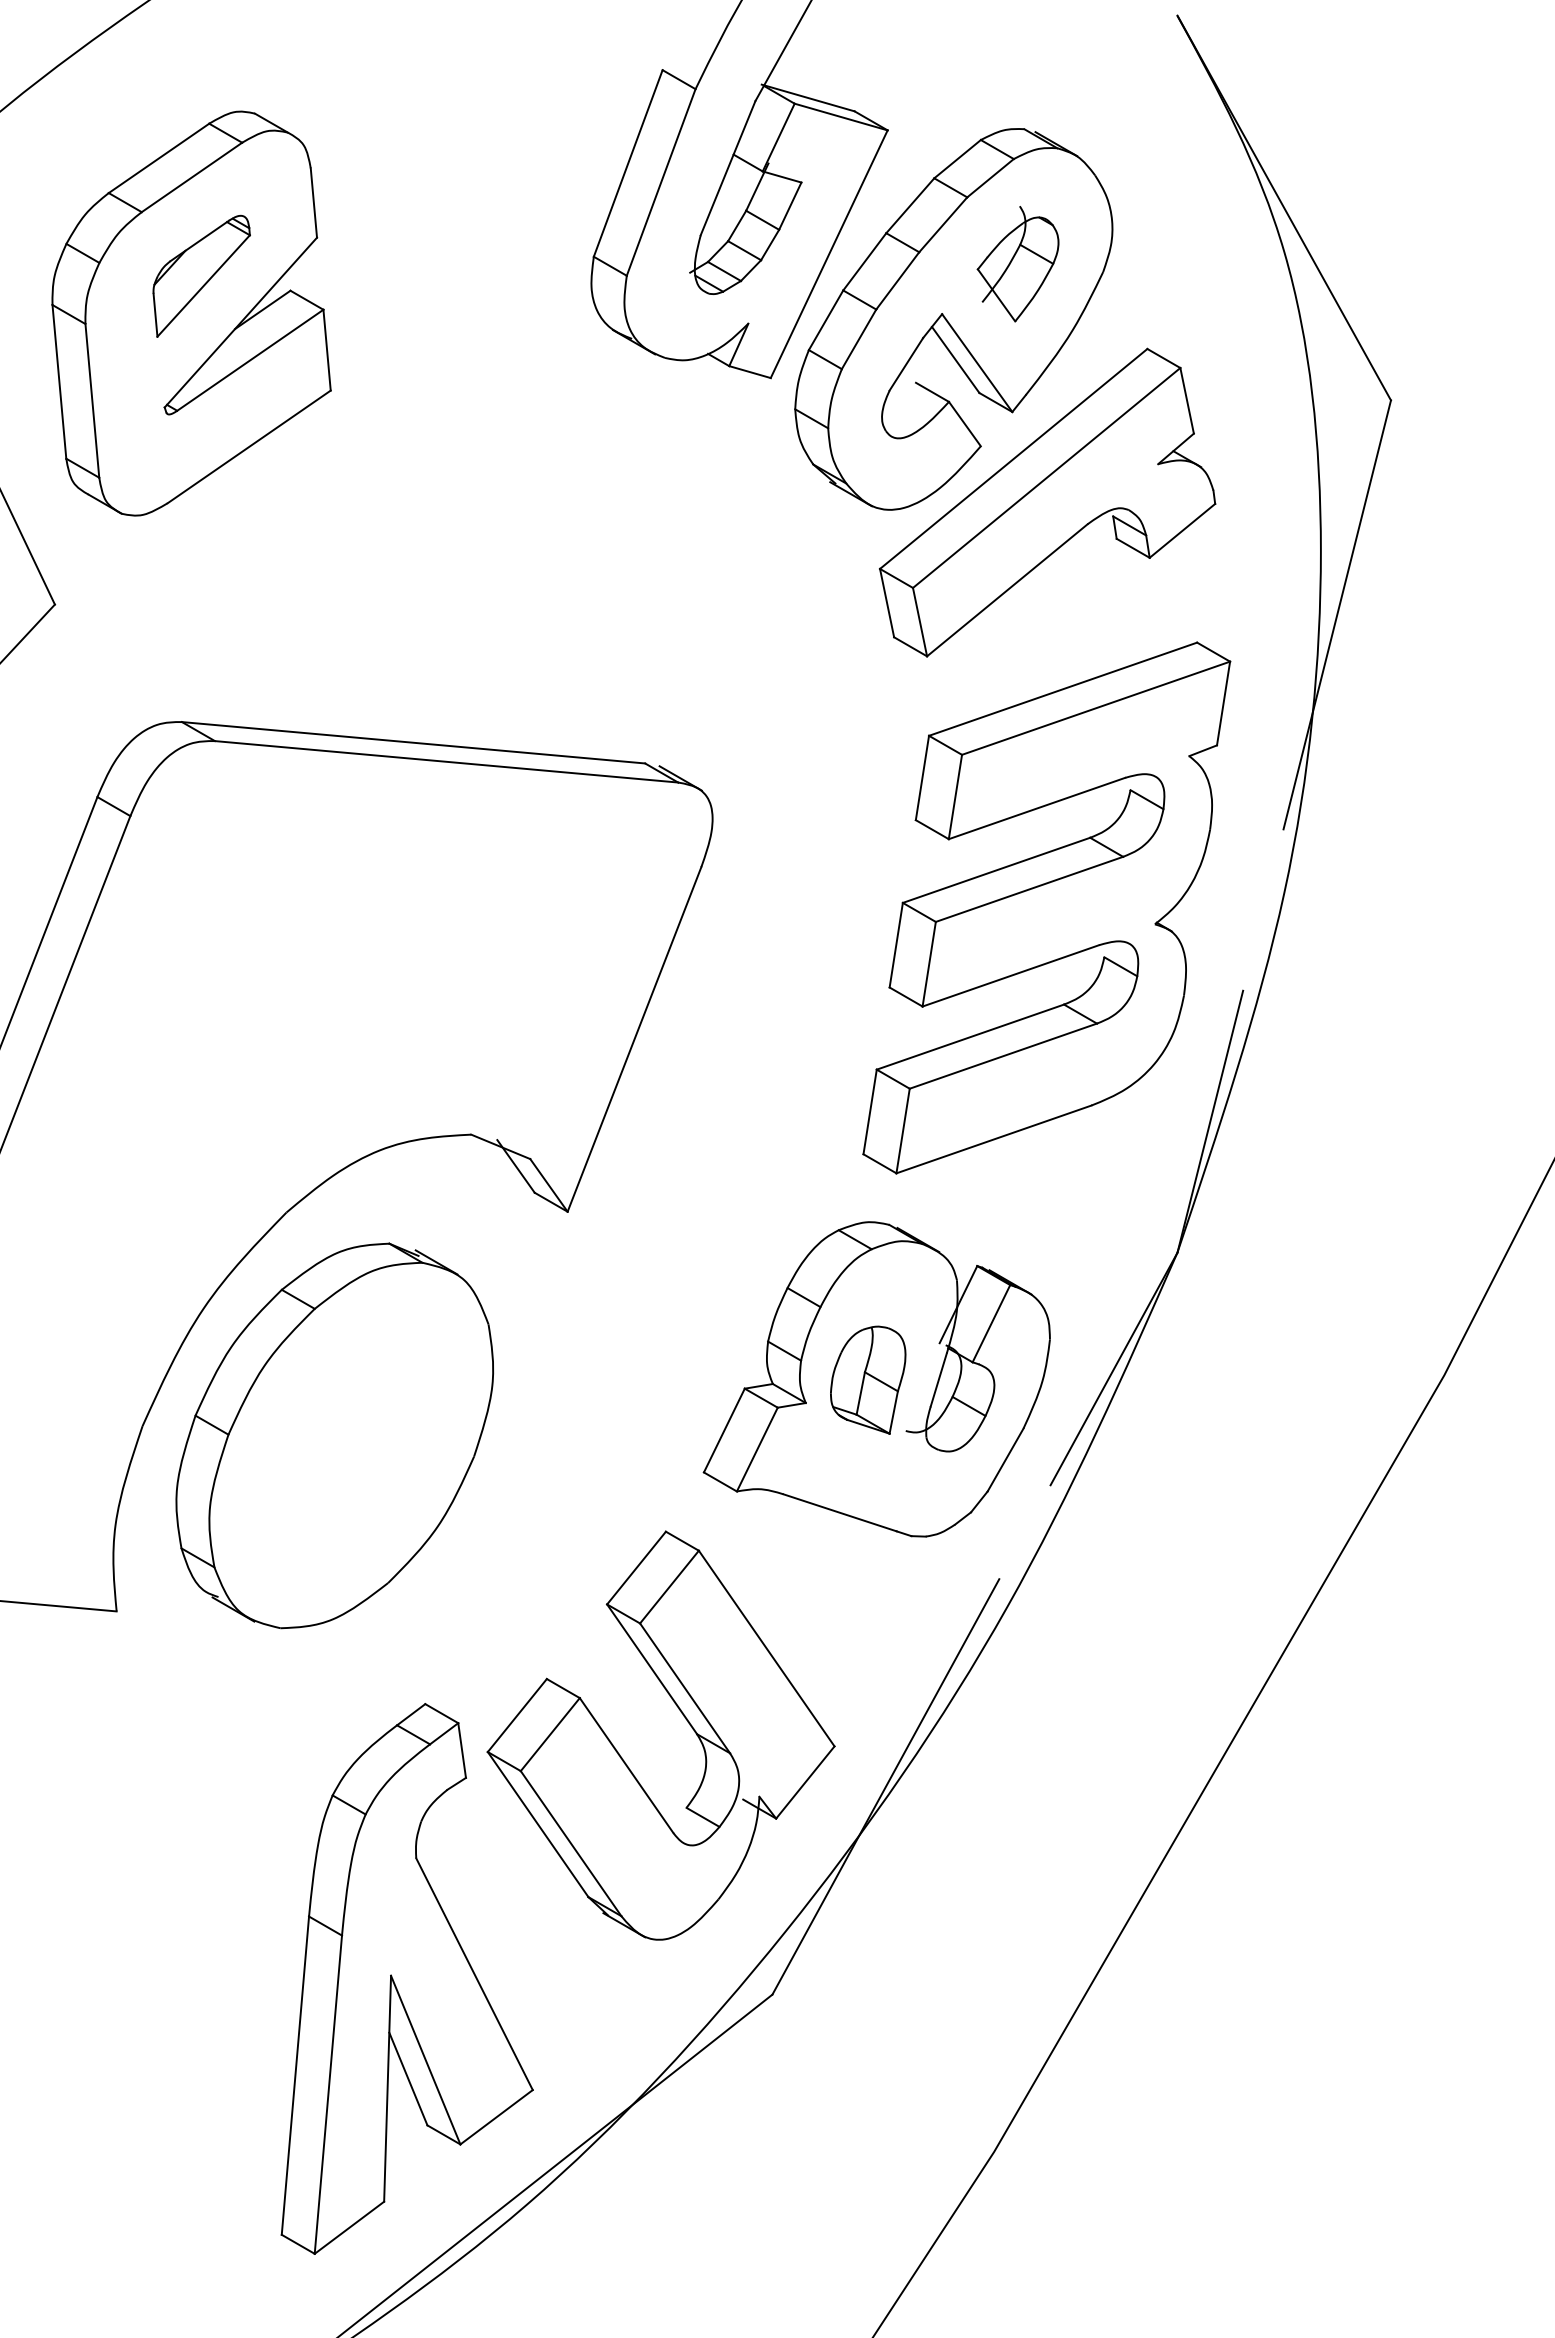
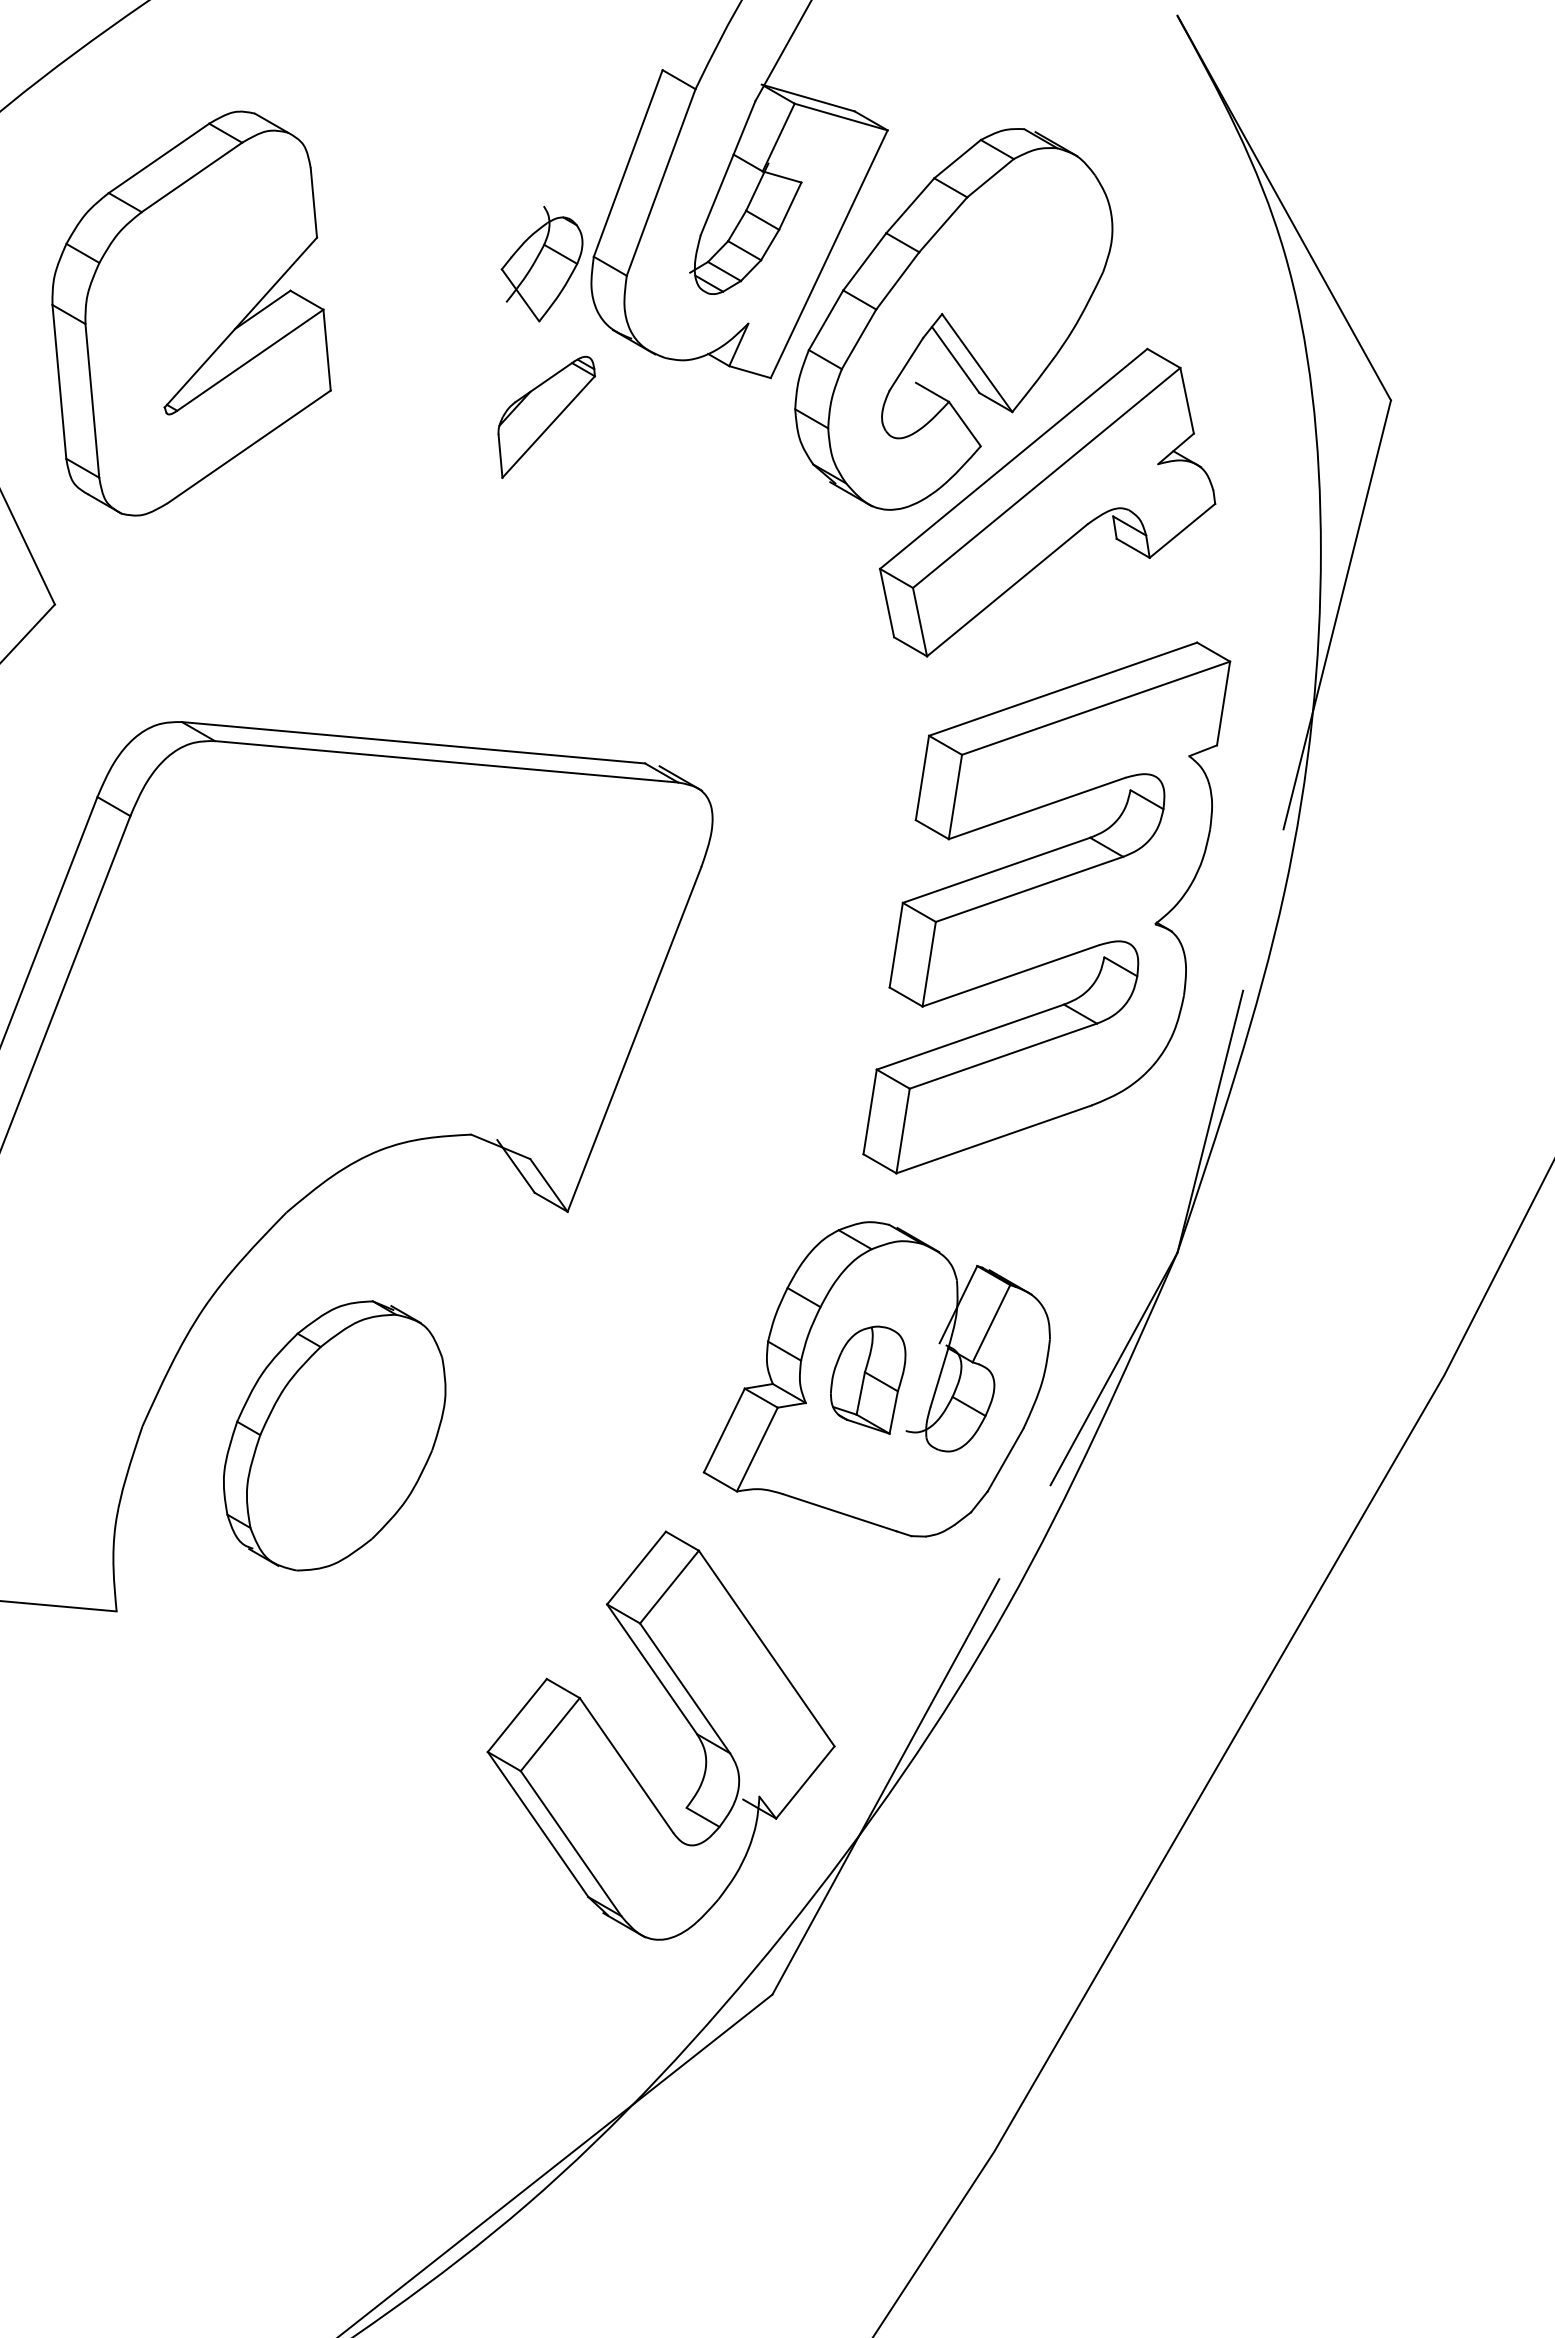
part at (1017, 264) position: (1017, 264) -> (541, 264)
part at (201, 275) position: (201, 275) -> (546, 416)
part at (334, 1435) size: 319x388 px -> 224x272 px
part at (406, 1978): present -> none
